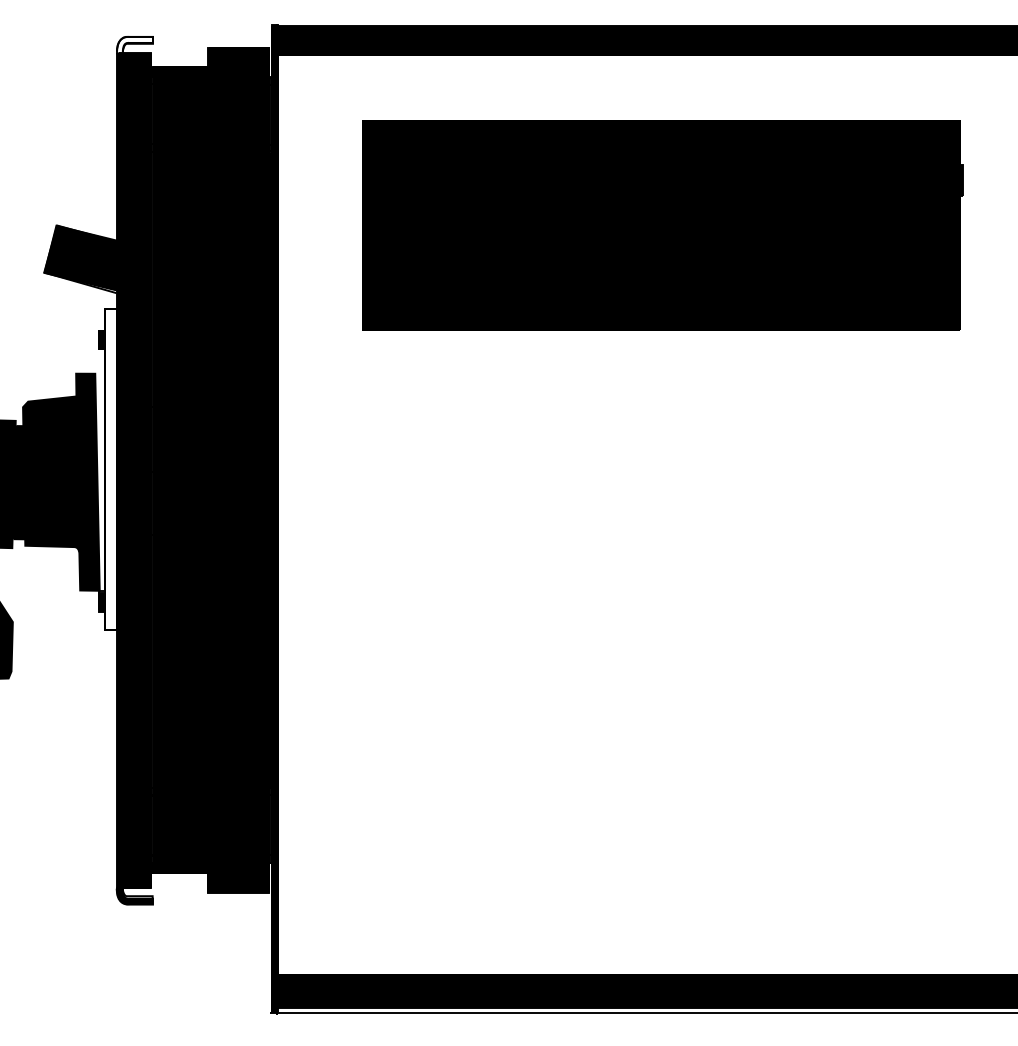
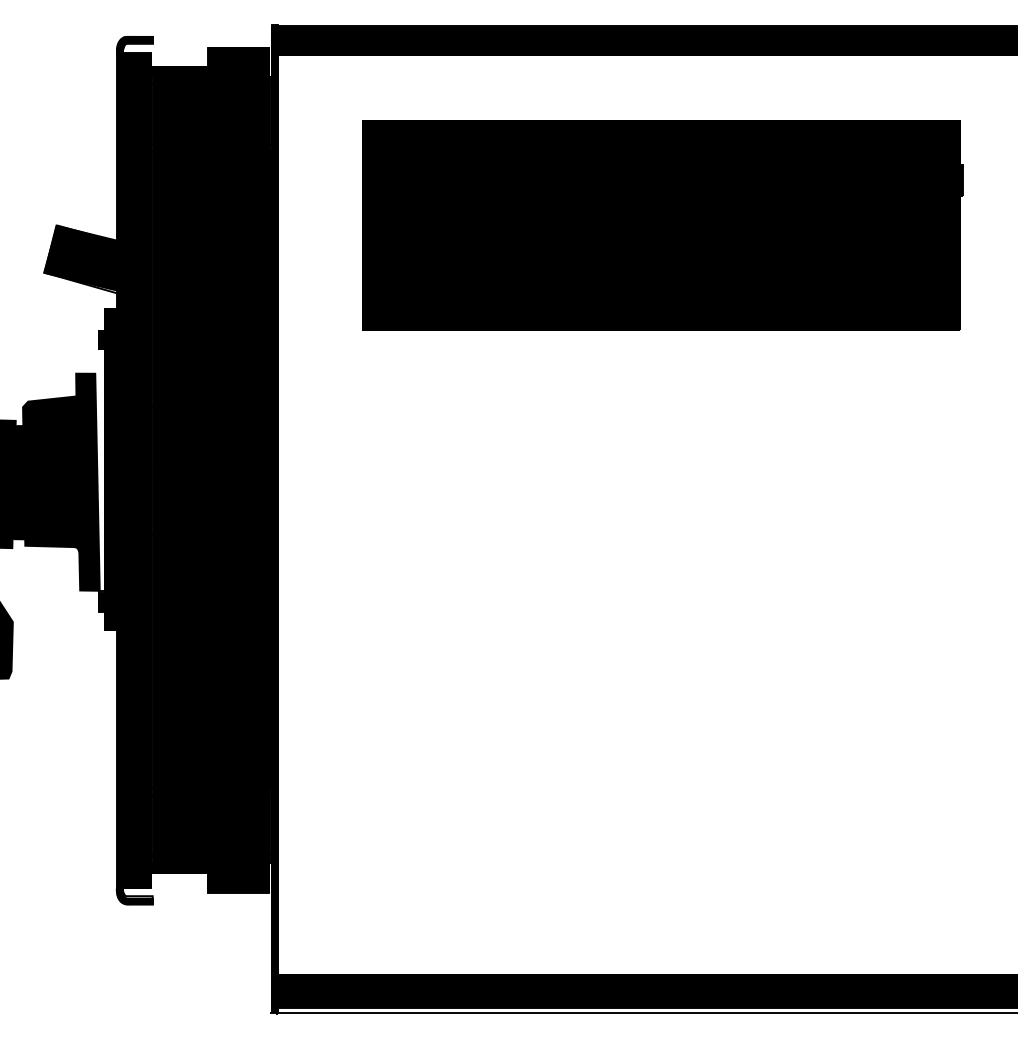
fill at (134, 44): none -> present
fill at (110, 468): none -> present
